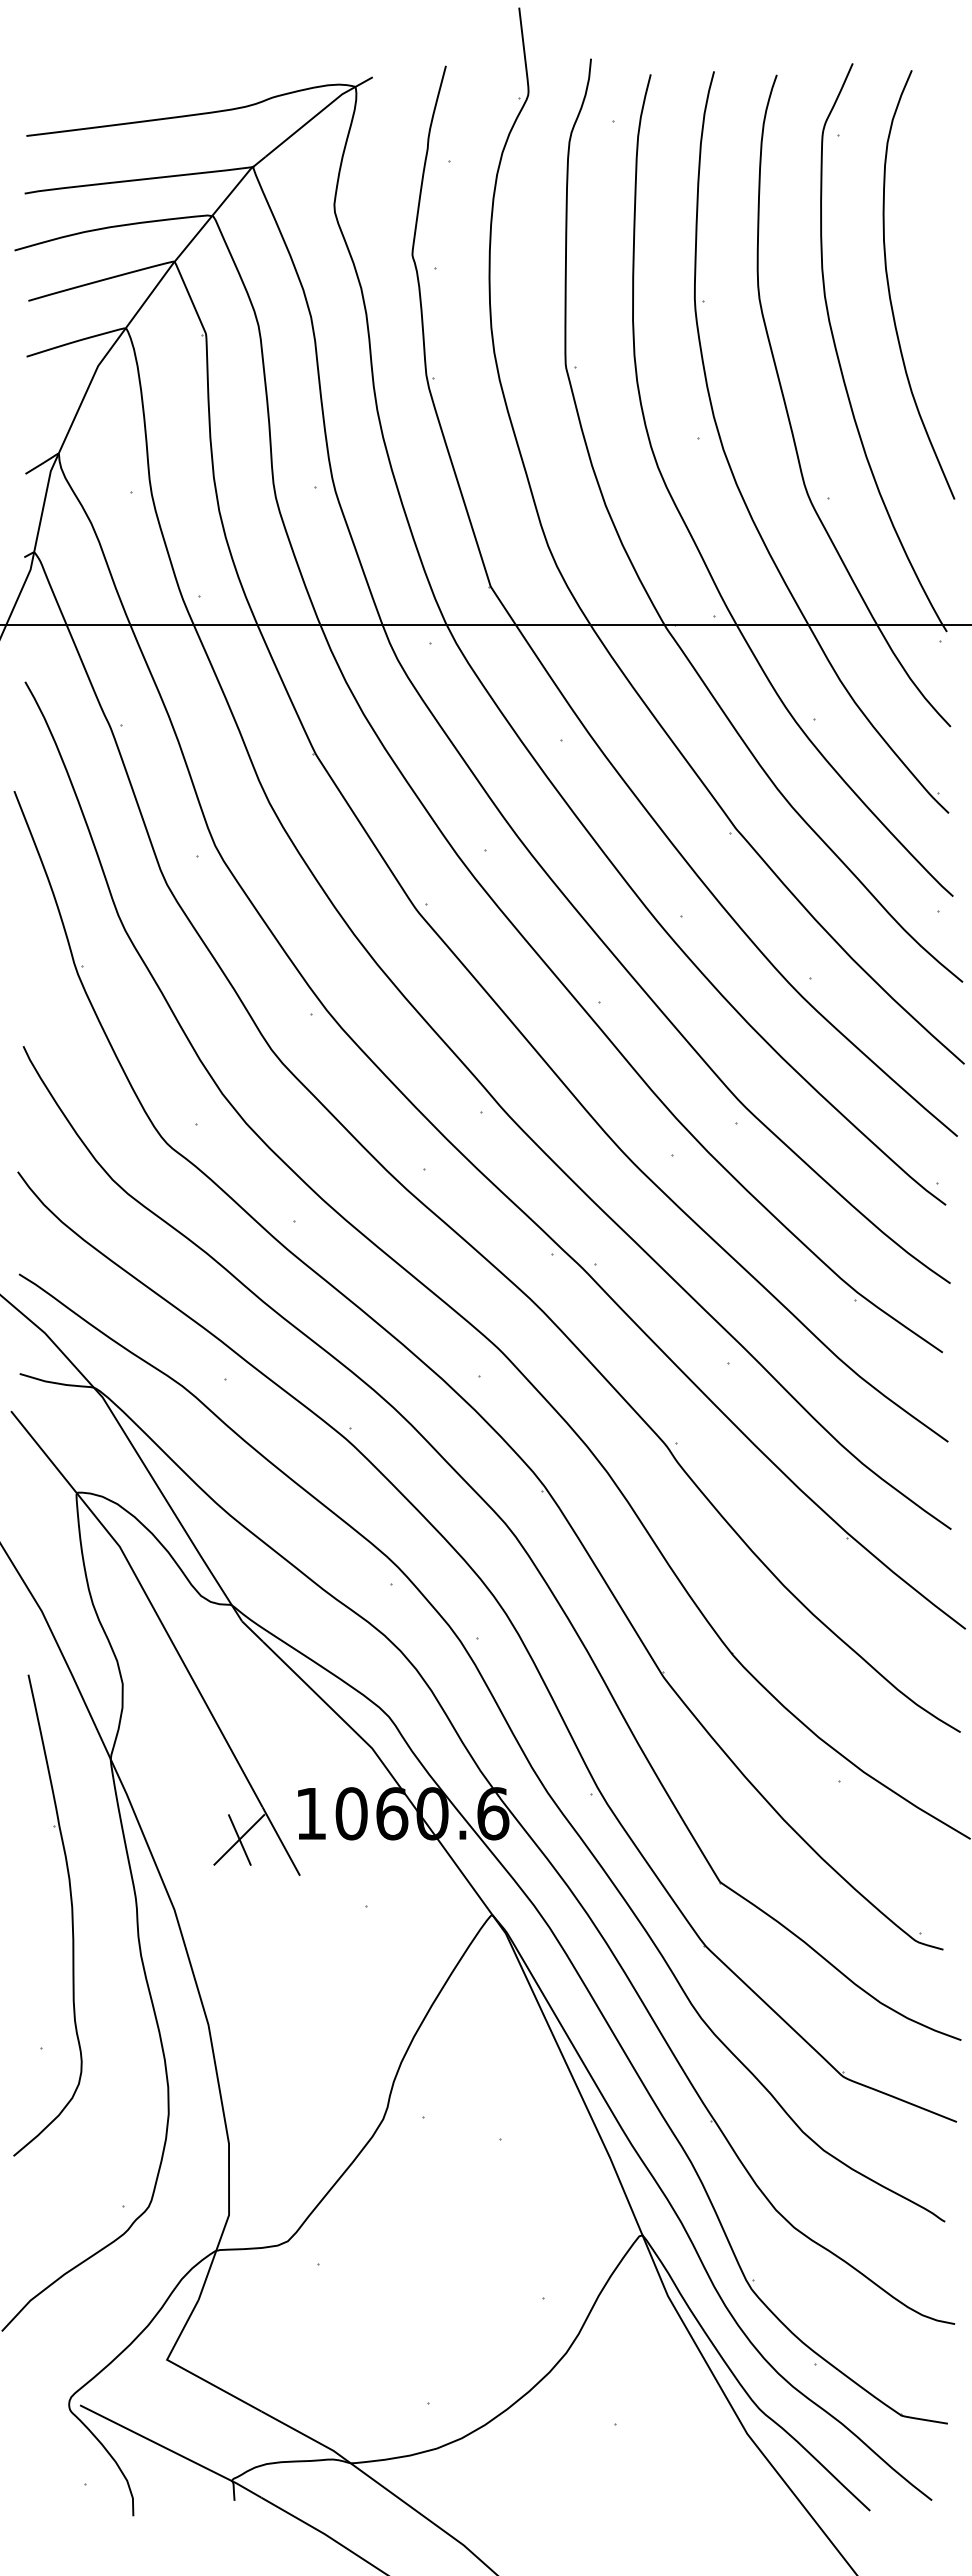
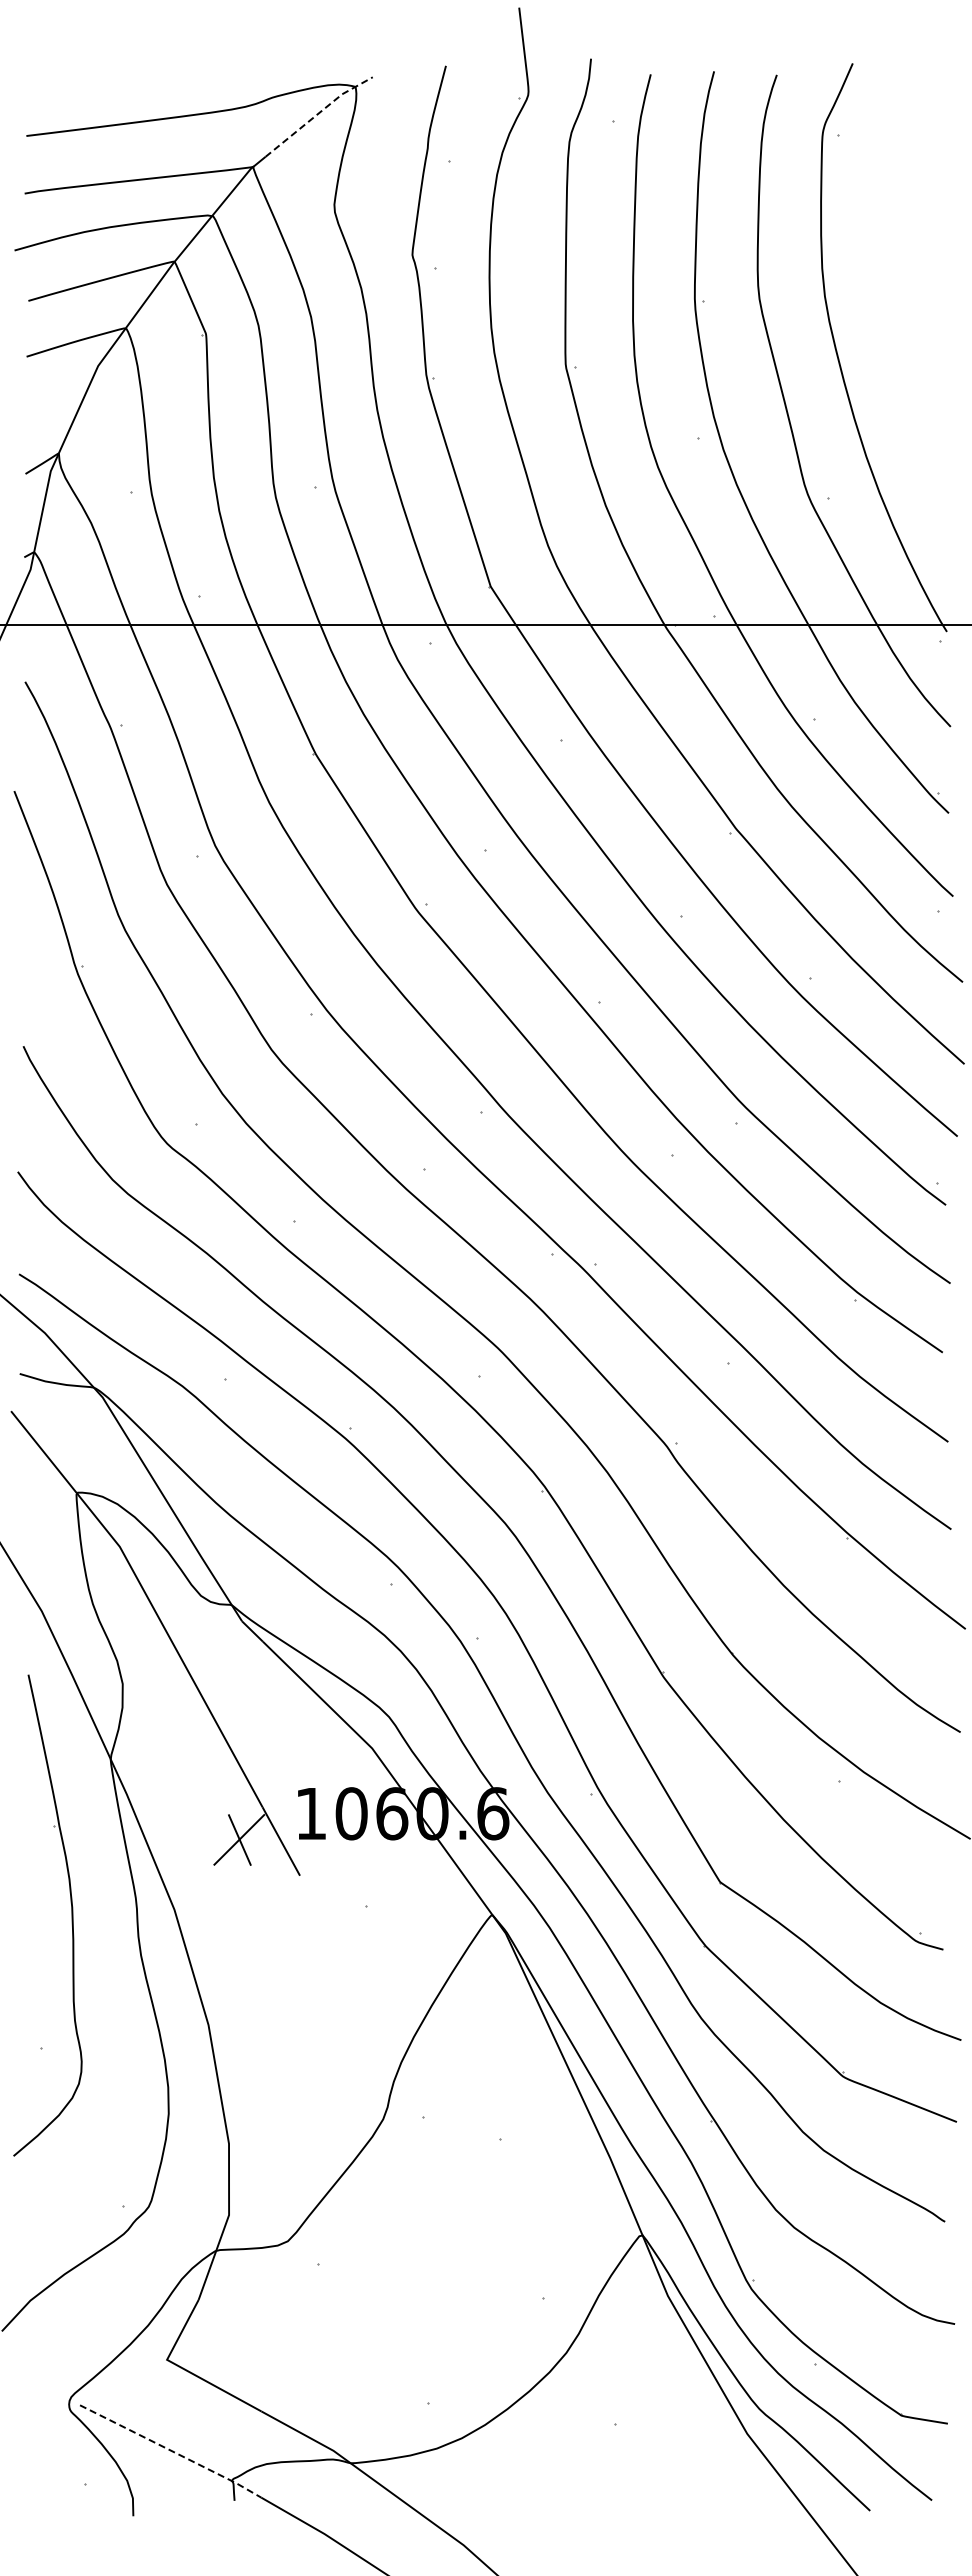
line at (318, 113): solid -> dashed
curve at (889, 284): present -> none
line at (171, 2451): solid -> dashed
